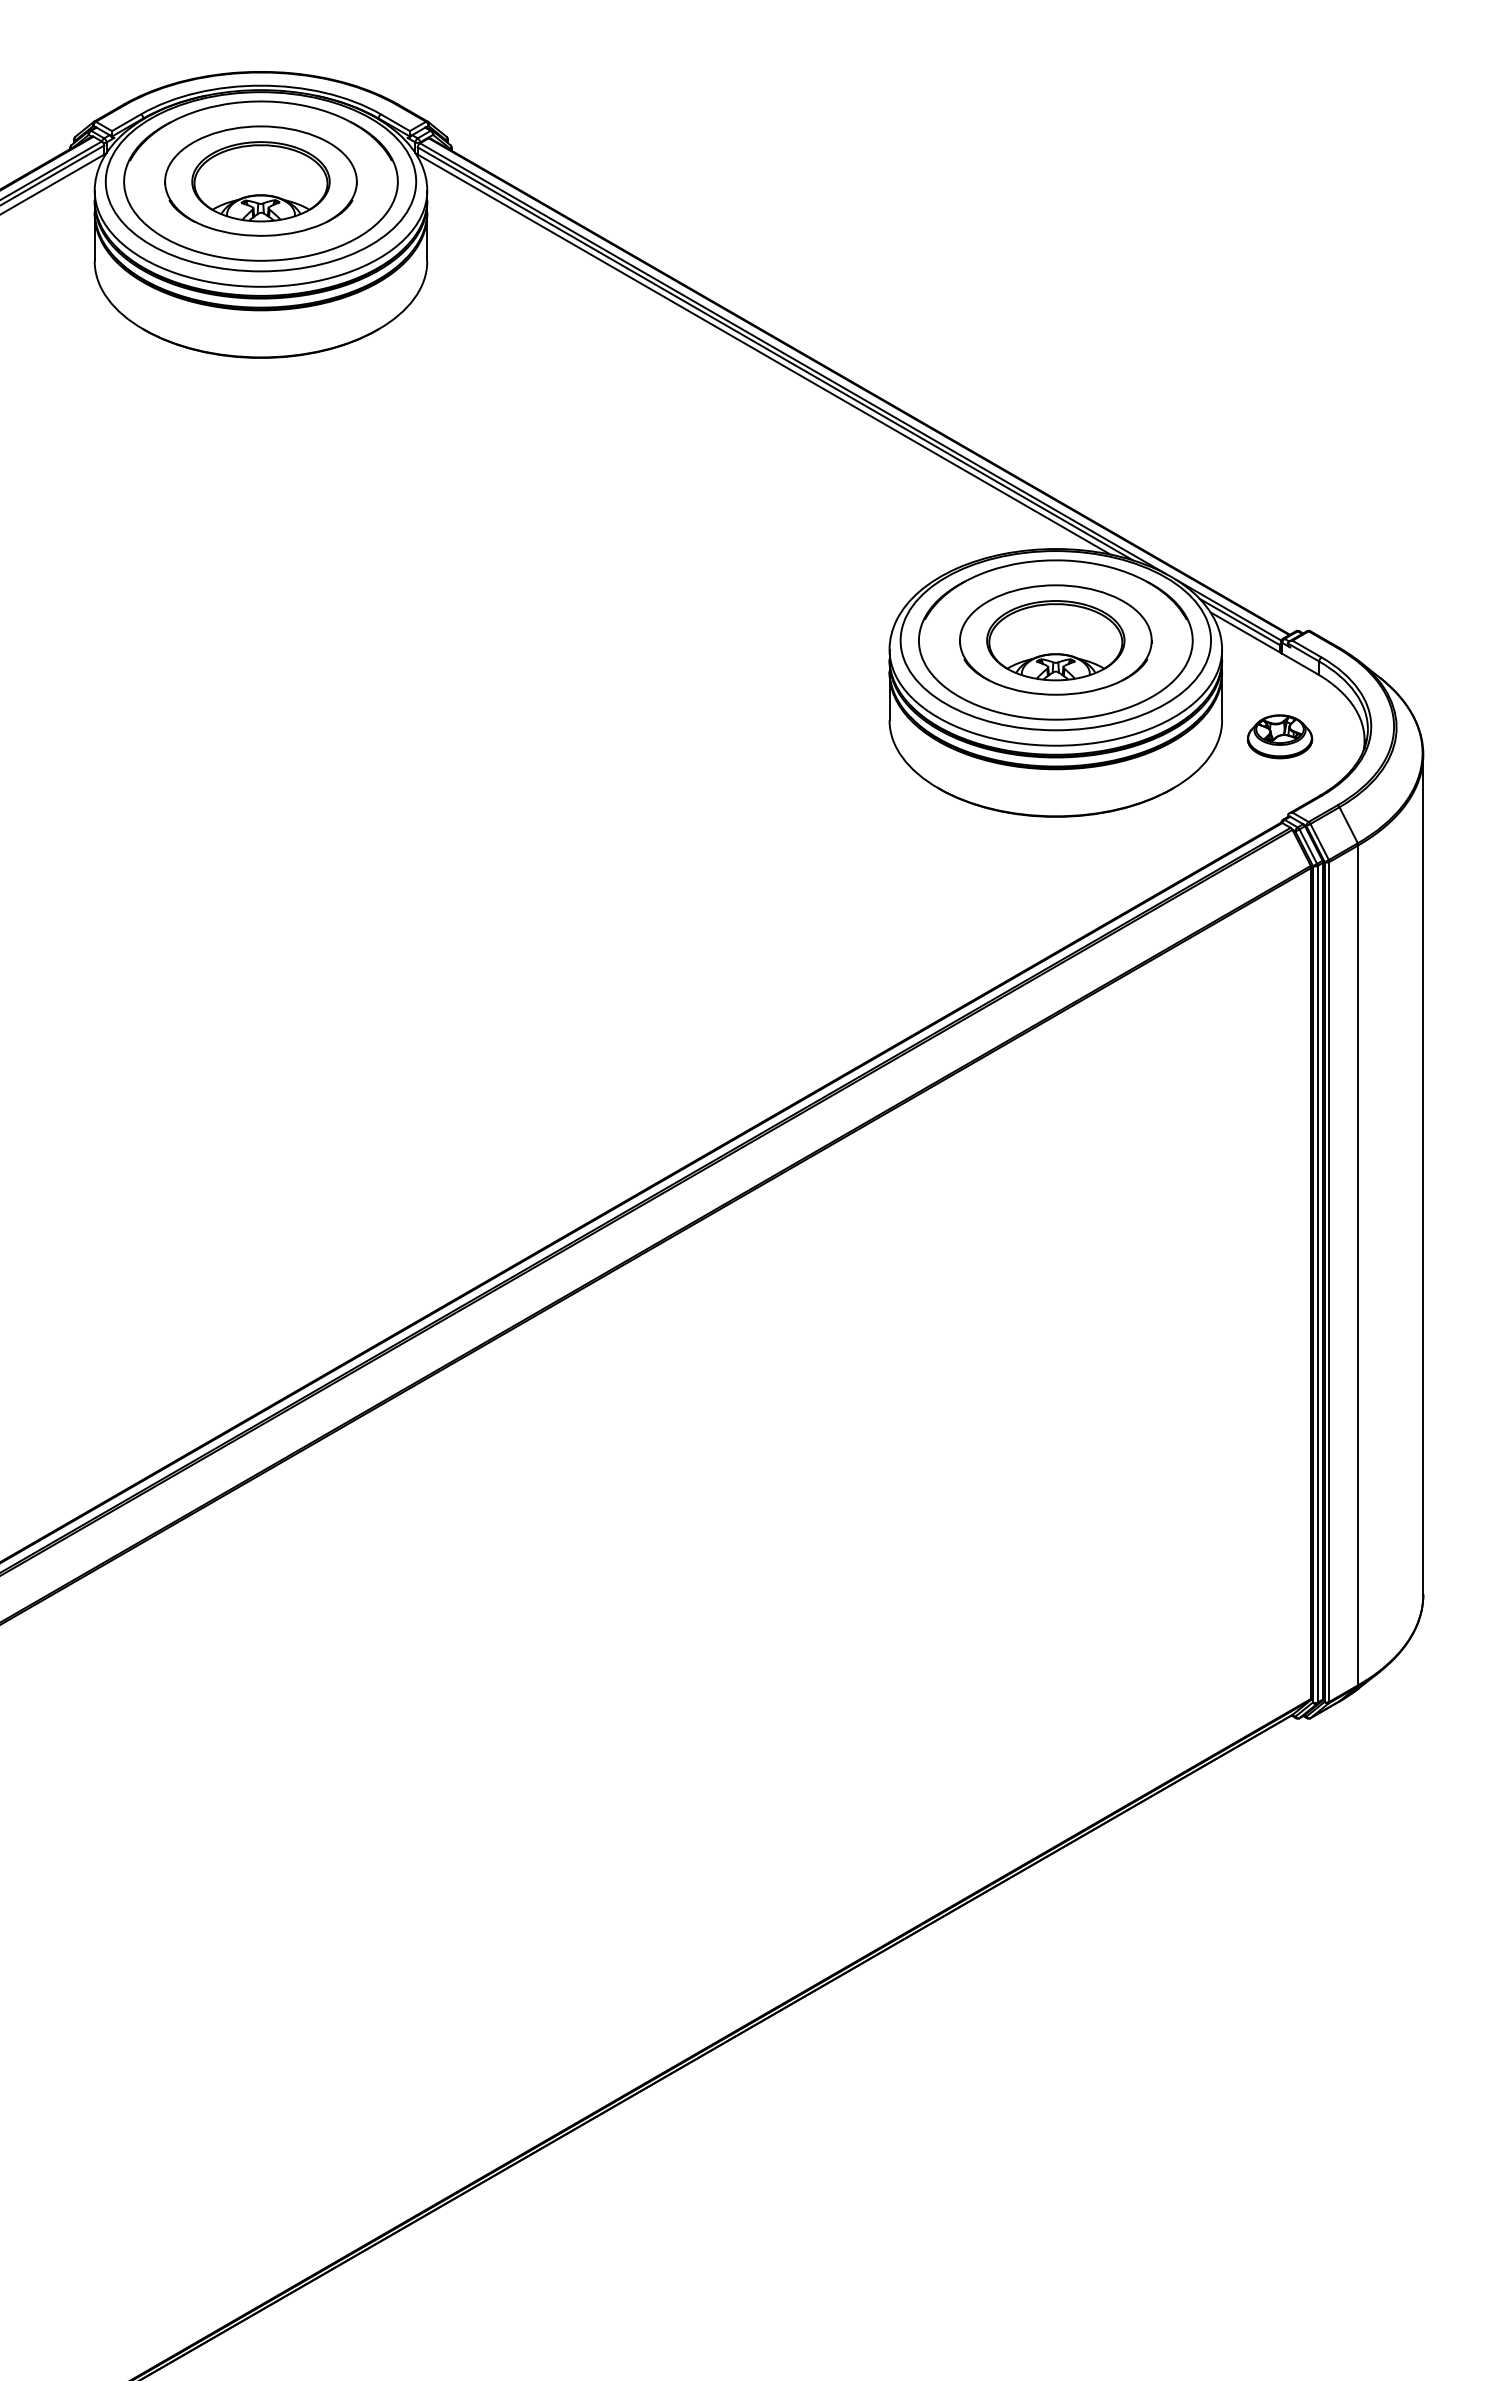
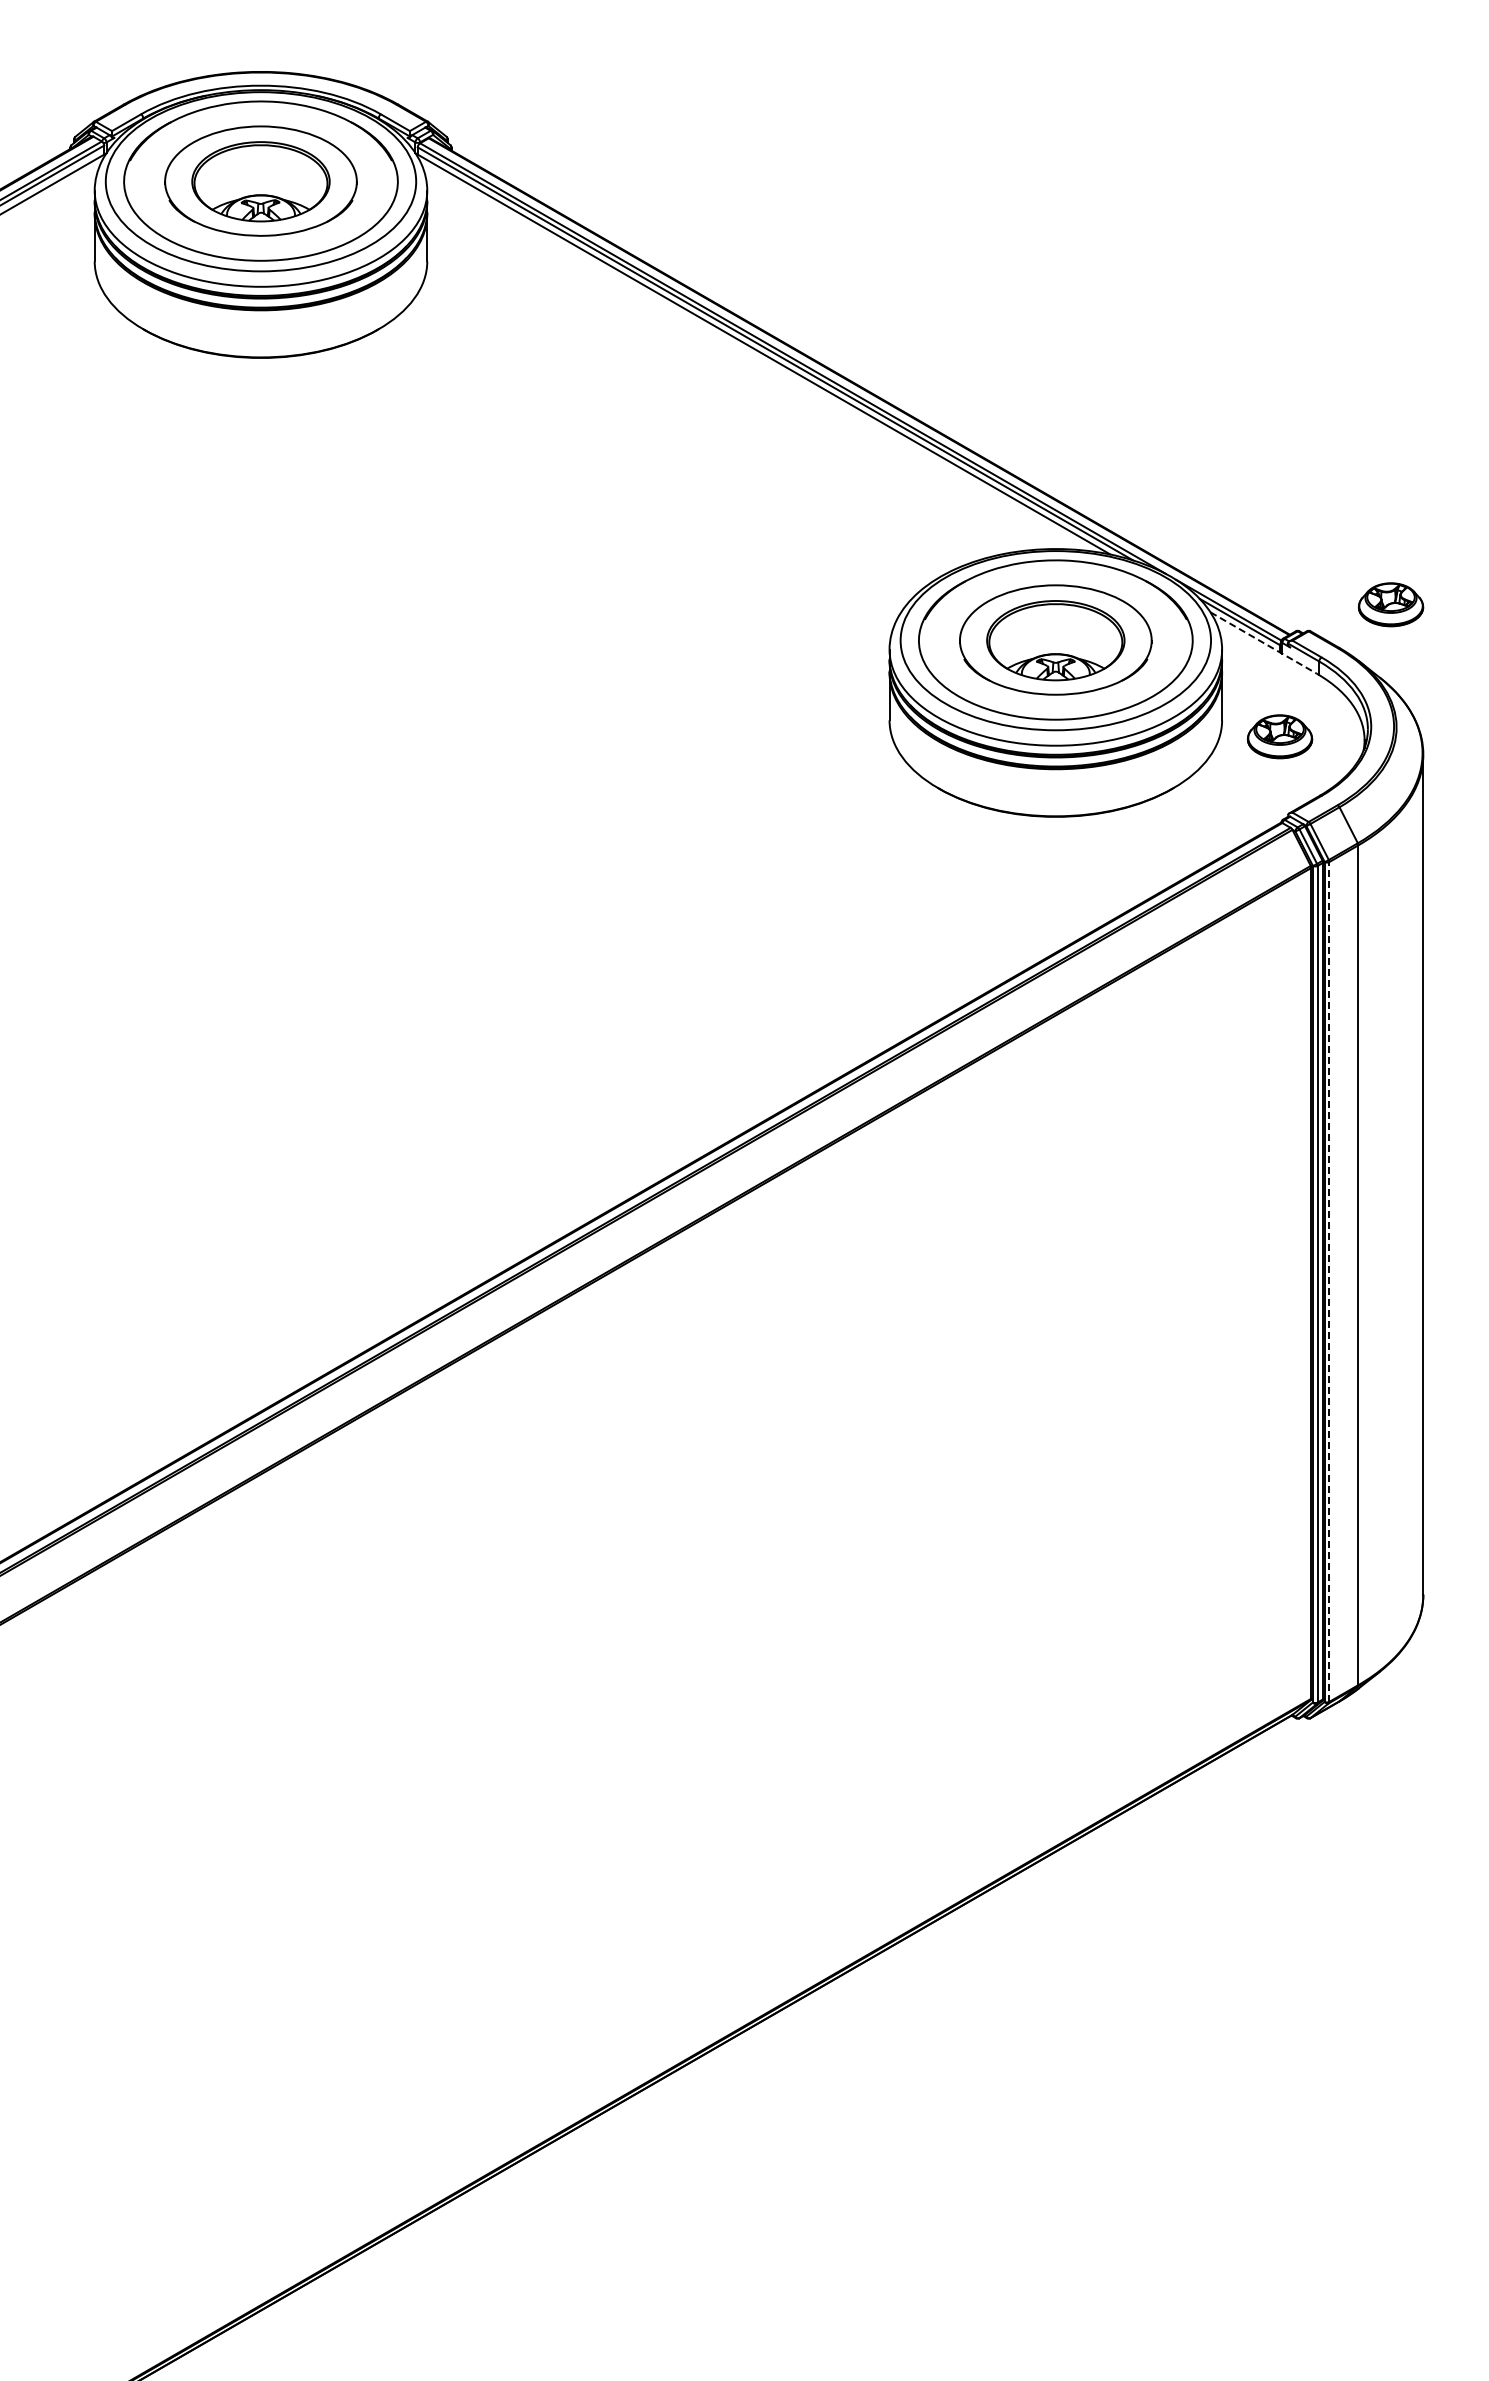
part at (1390, 604): none -> present
line at (1264, 643): solid -> dashed
line at (1329, 1281): solid -> dashed
